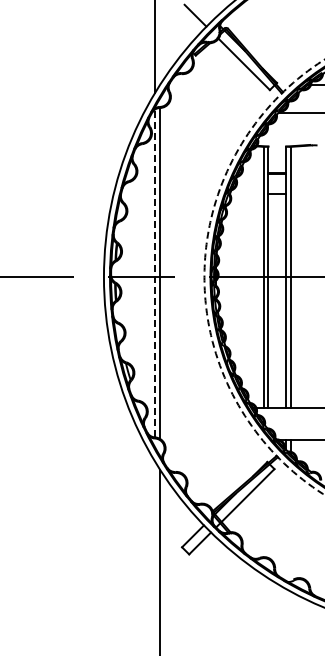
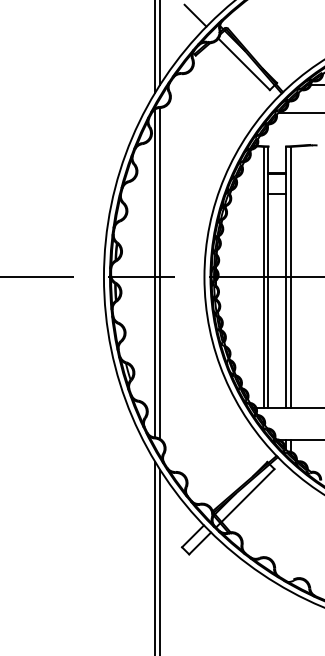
line at (160, 43): none -> present
line at (155, 272): dashed -> solid
circle at (264, 276): dashed -> solid
line at (155, 556): none -> present
